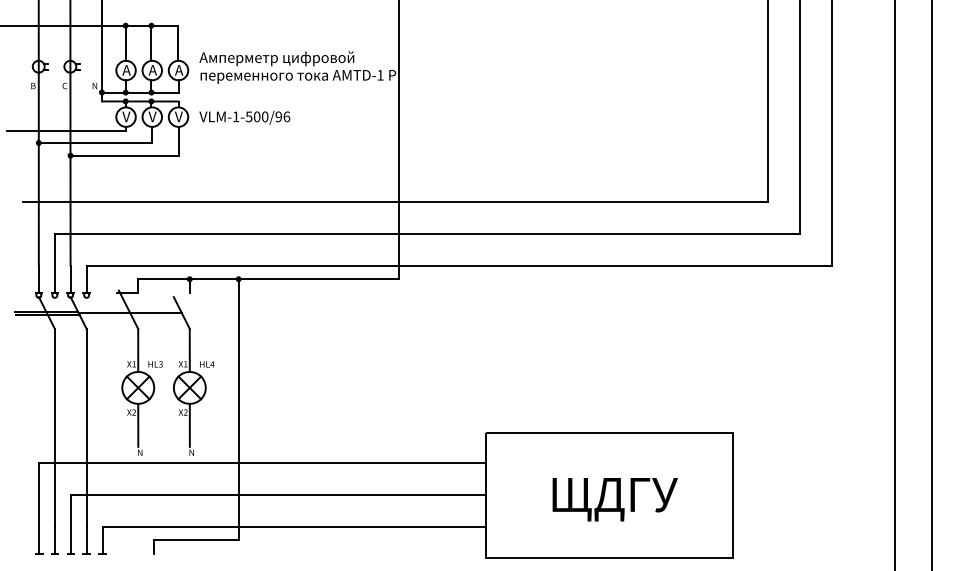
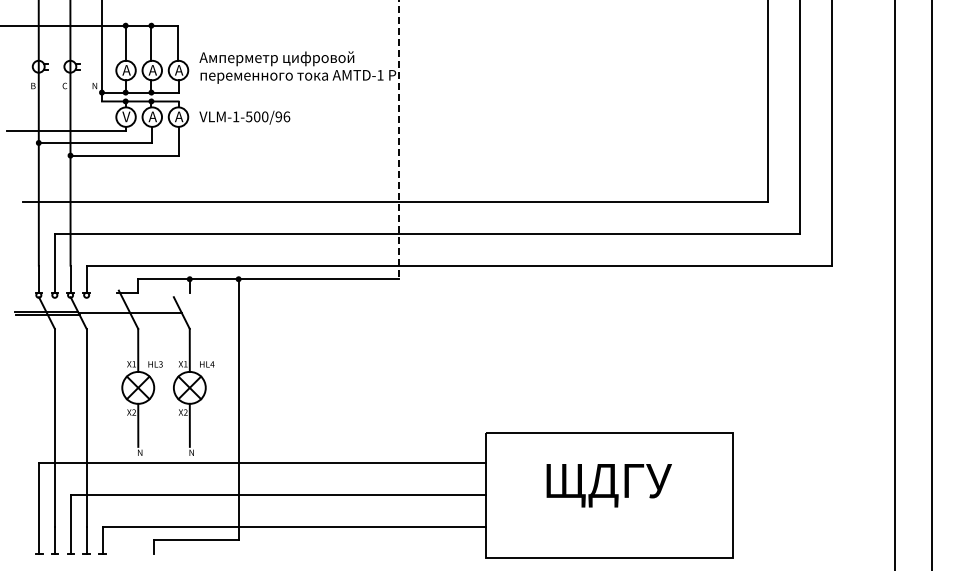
text at (152, 116): V -> А
text at (179, 116): V -> А
line at (398, 140): solid -> dashed
text at (614, 499) position: (614, 499) -> (608, 485)
